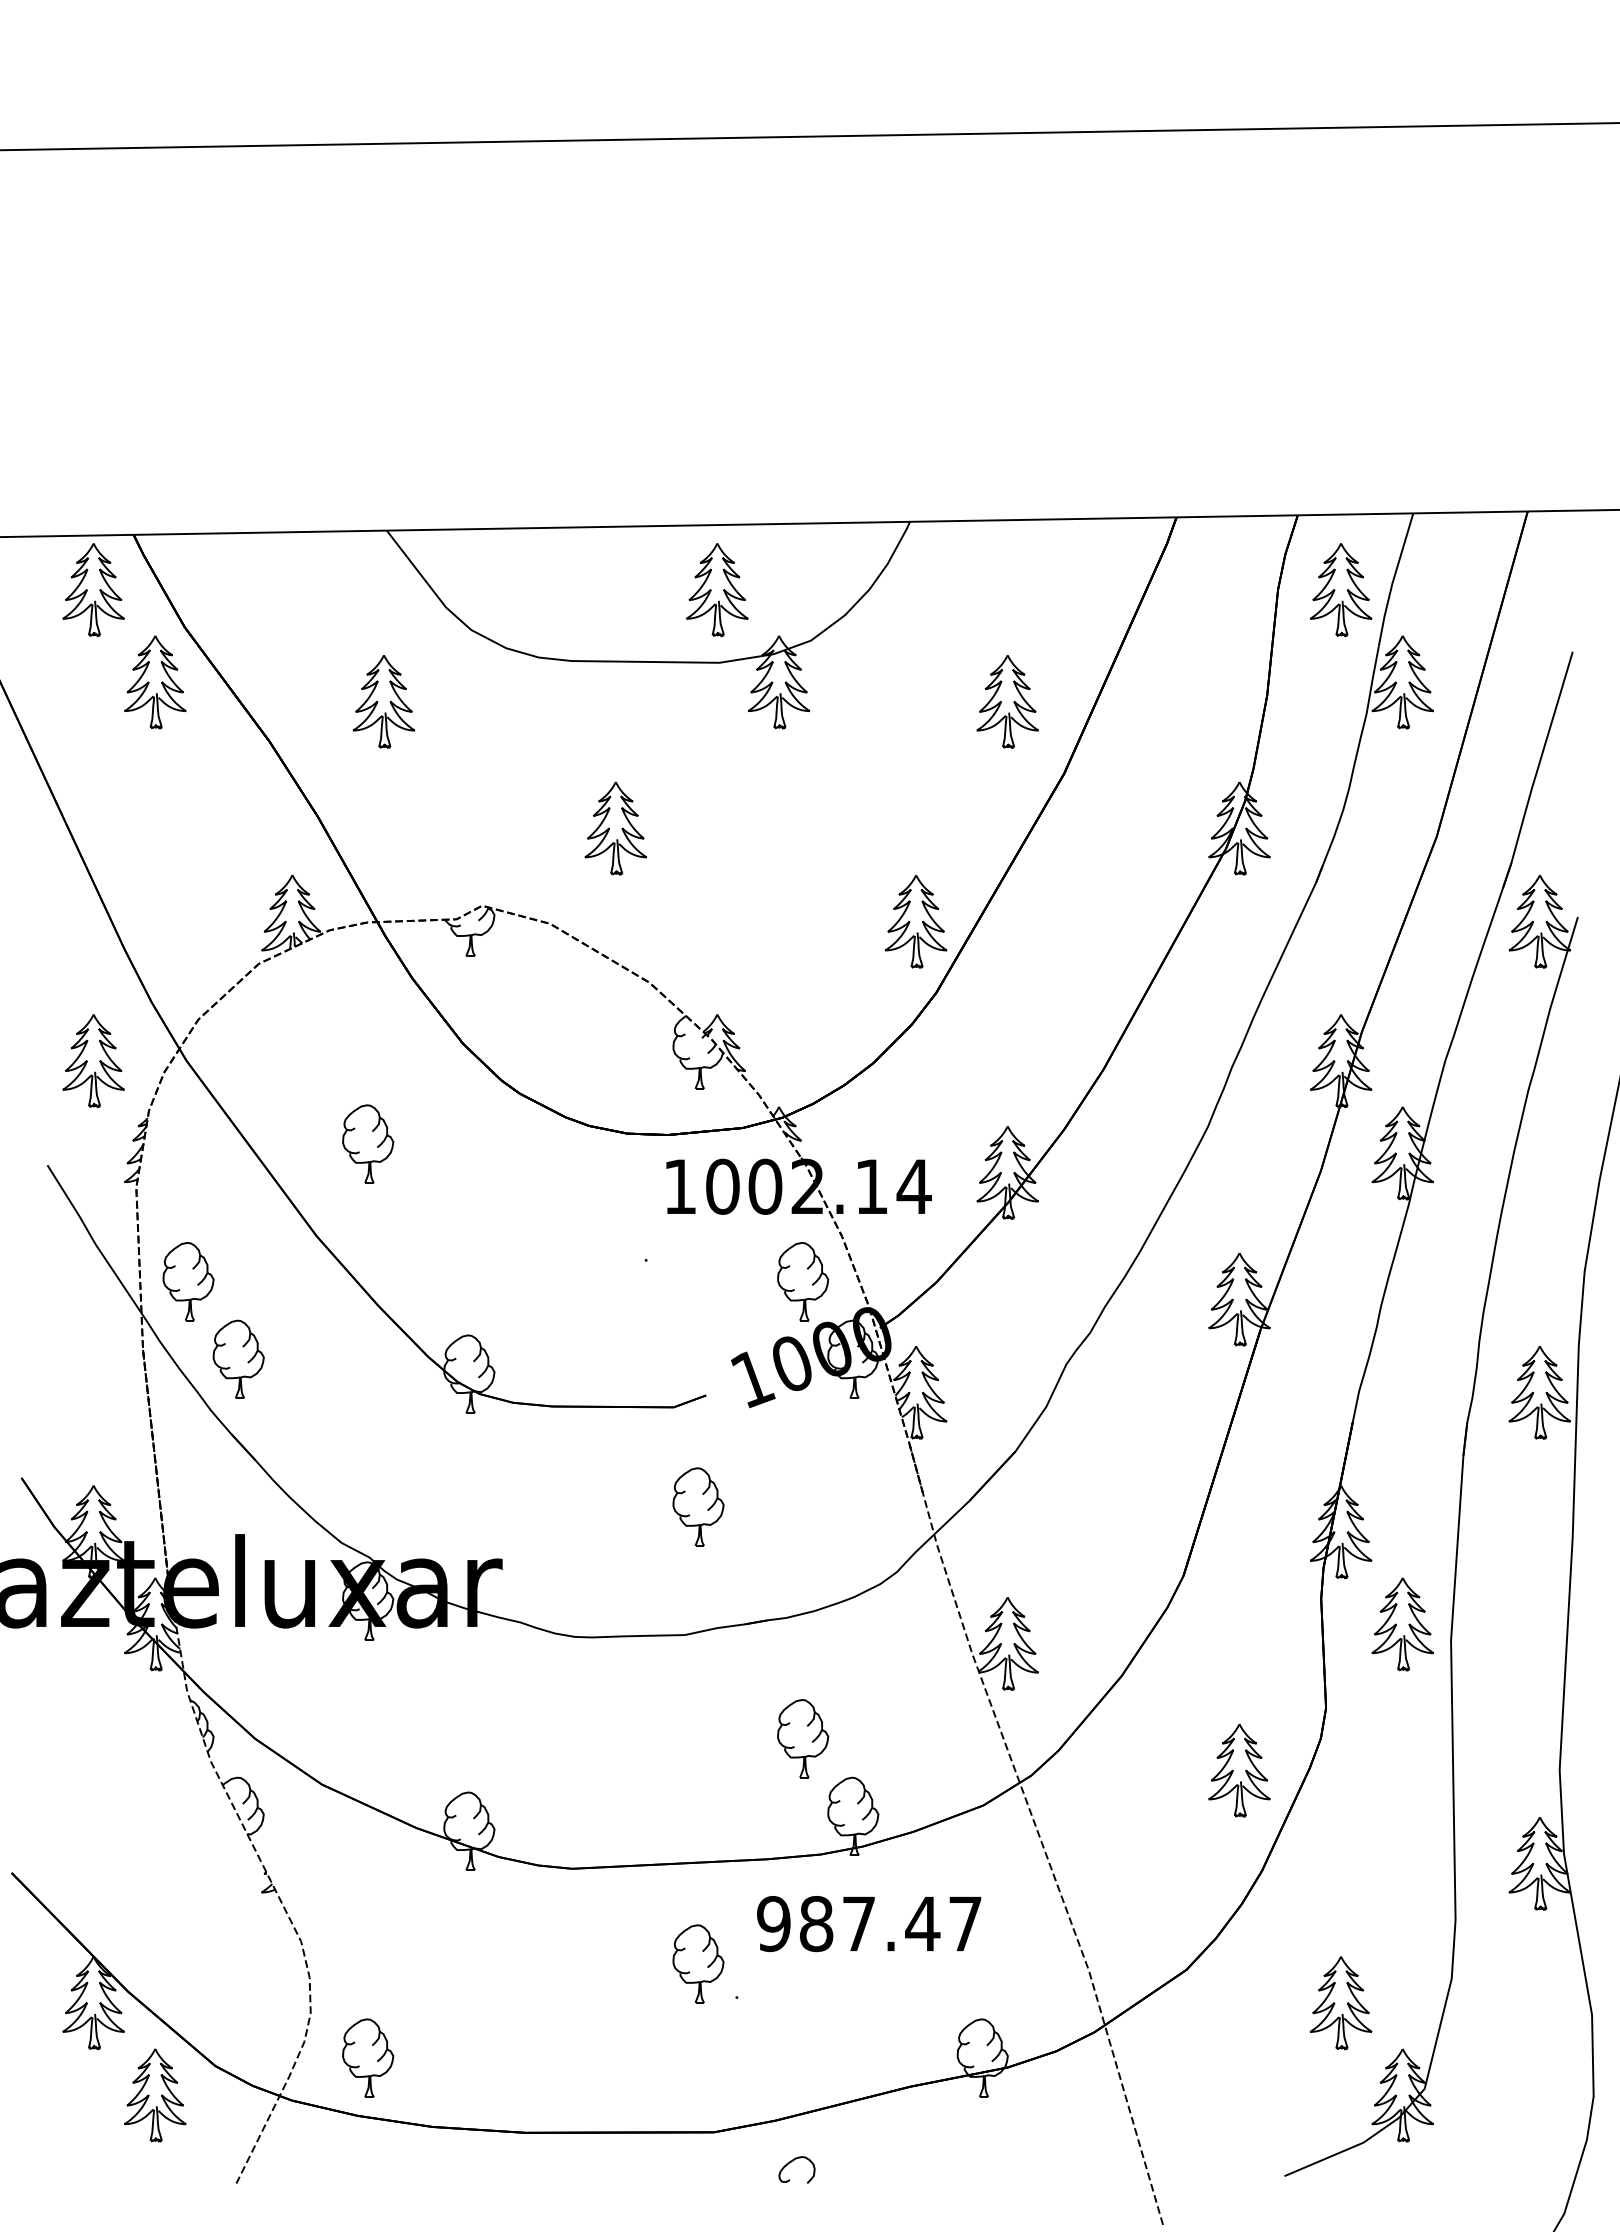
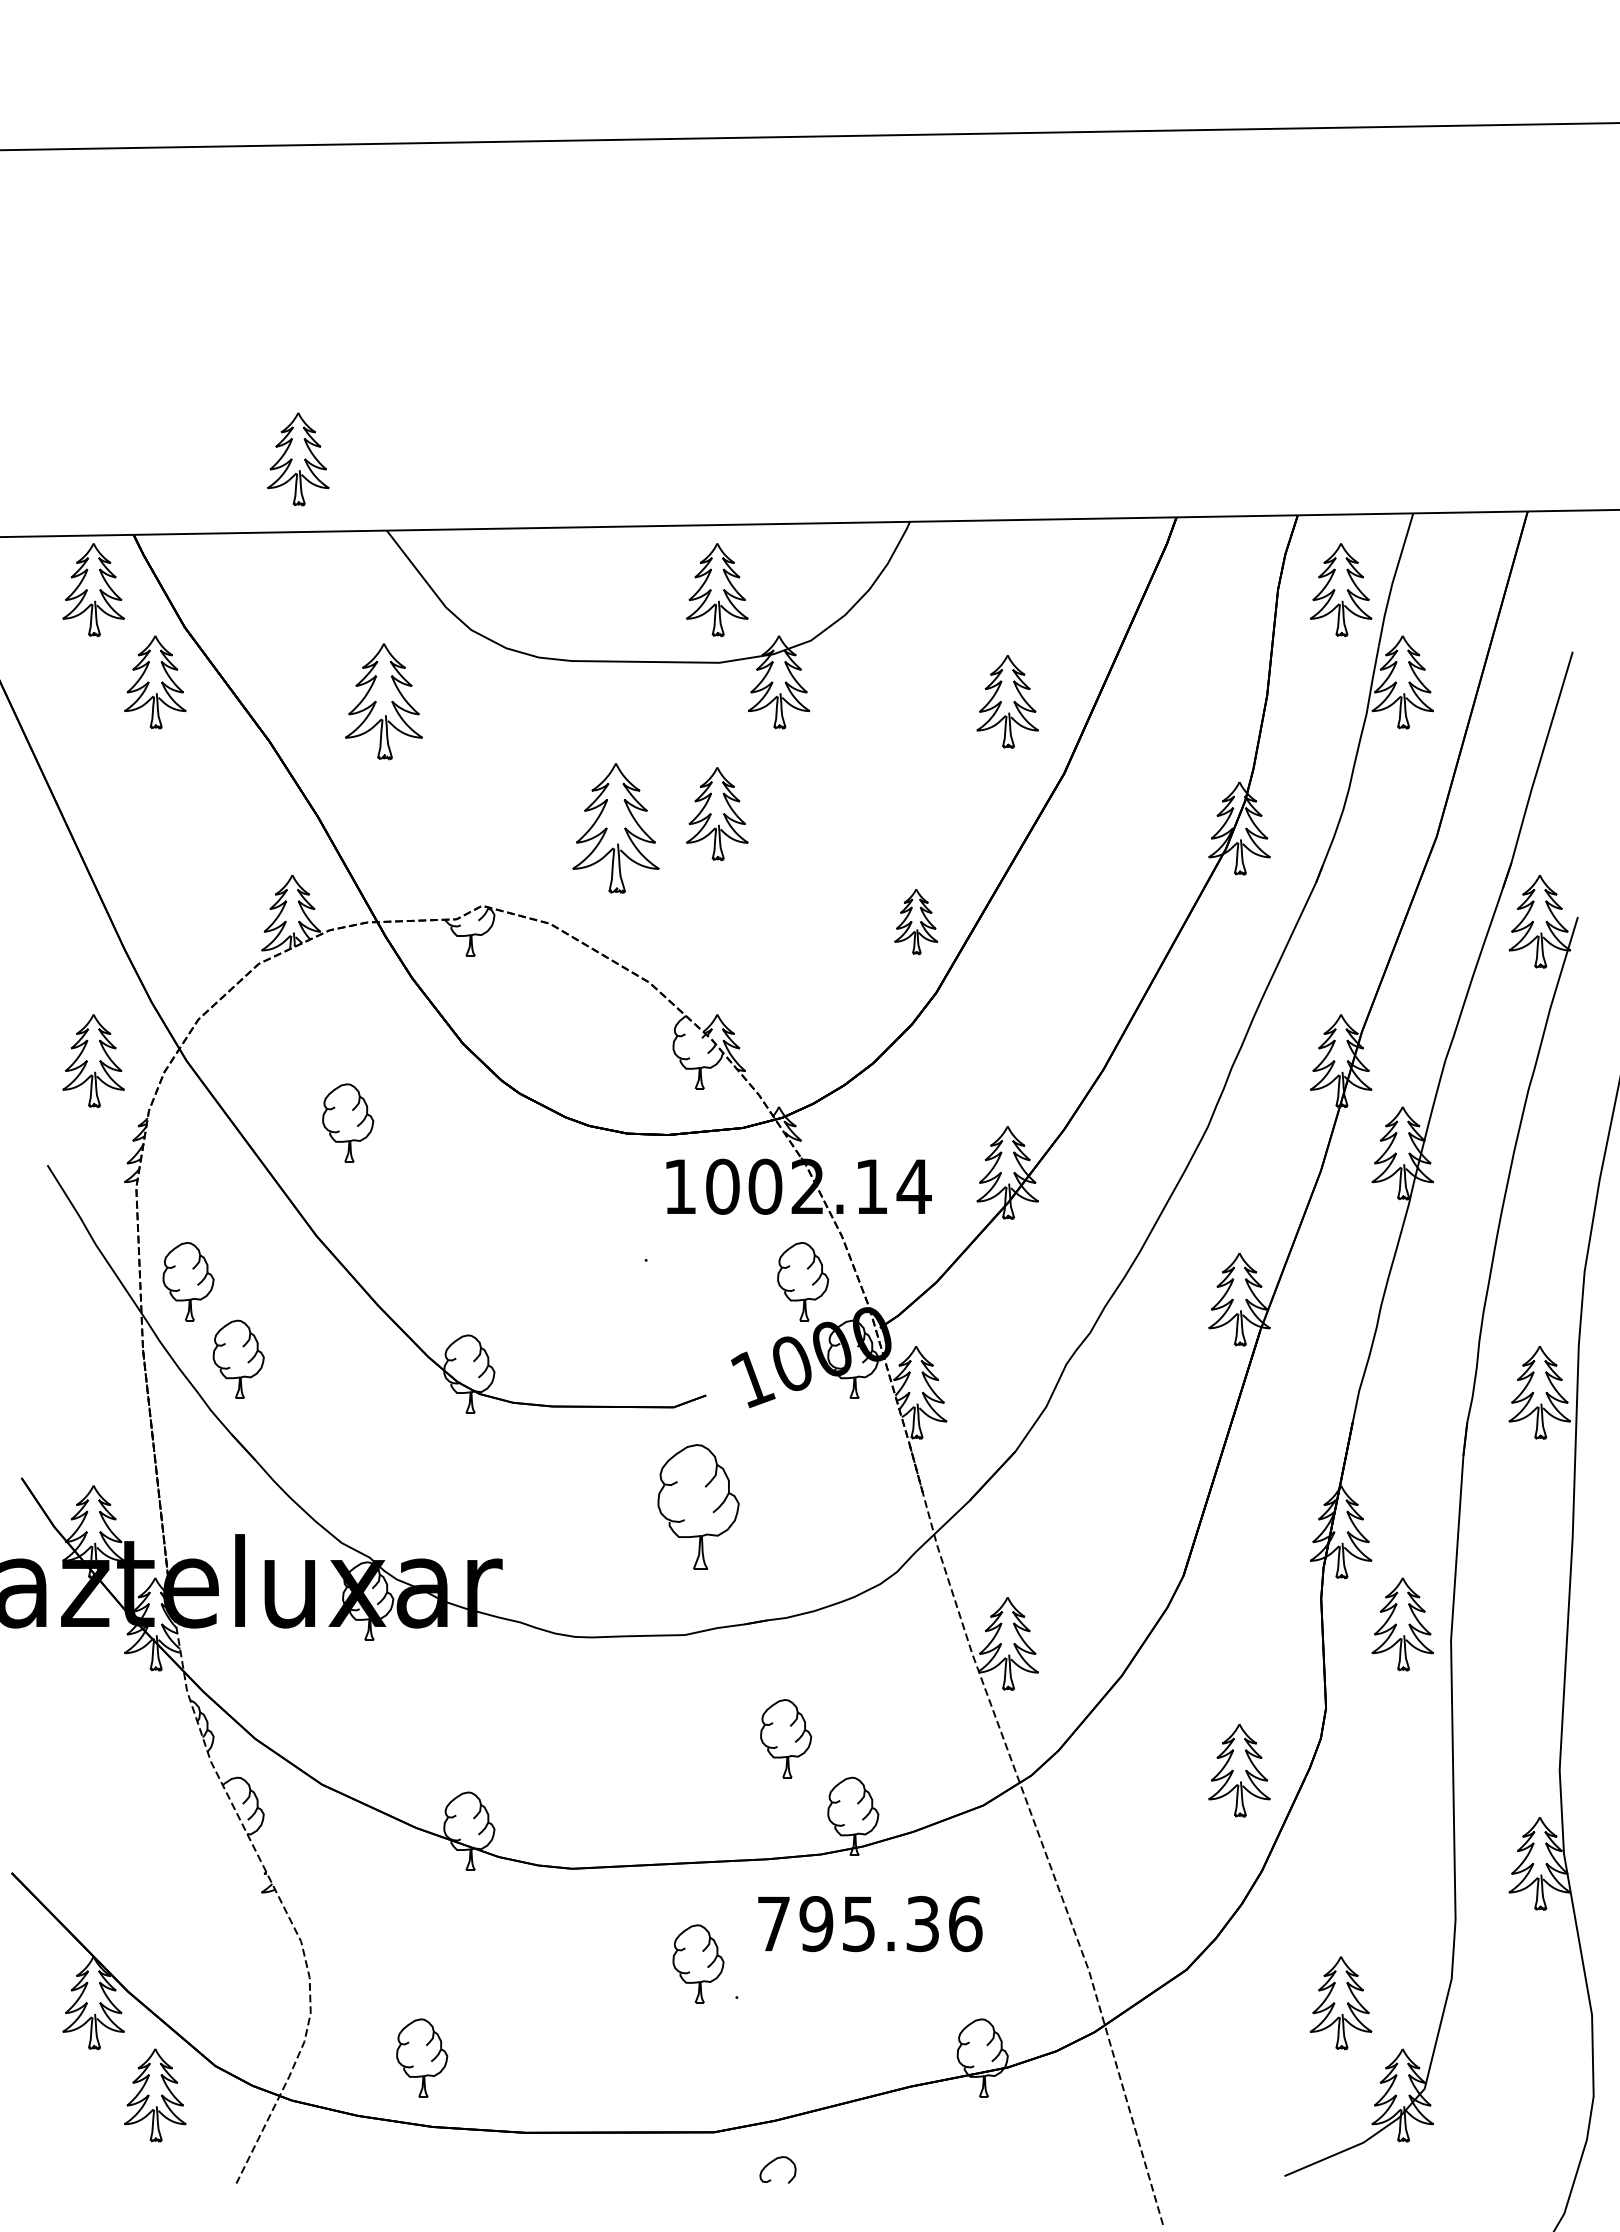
part at (298, 459): none -> present
part at (383, 701) size: 64x94 px -> 78x118 px
part at (717, 813): none -> present
part at (615, 828) size: 63x95 px -> 88x131 px
part at (916, 921) size: 63x94 px -> 45x67 px
part at (368, 1143) position: (368, 1143) -> (348, 1122)
part at (698, 1506) size: 53x80 px -> 83x126 px
part at (803, 1738) position: (803, 1738) -> (786, 1738)
text at (869, 1924): 987.47 -> 795.36
part at (368, 2057) position: (368, 2057) -> (422, 2057)
curve at (790, 2163) position: (790, 2163) -> (771, 2163)
